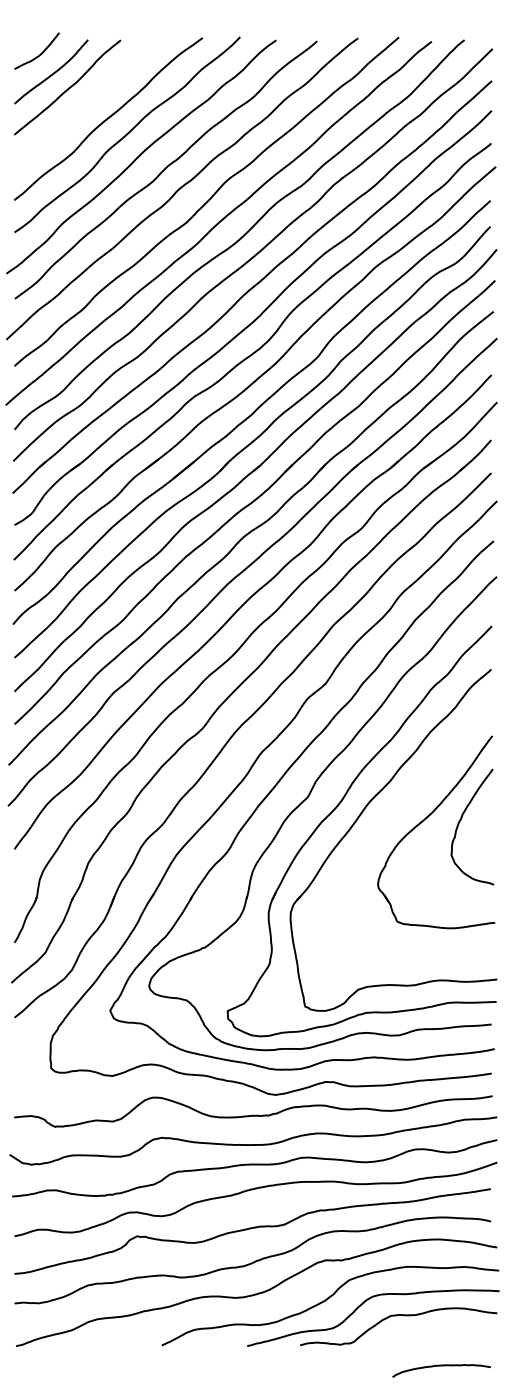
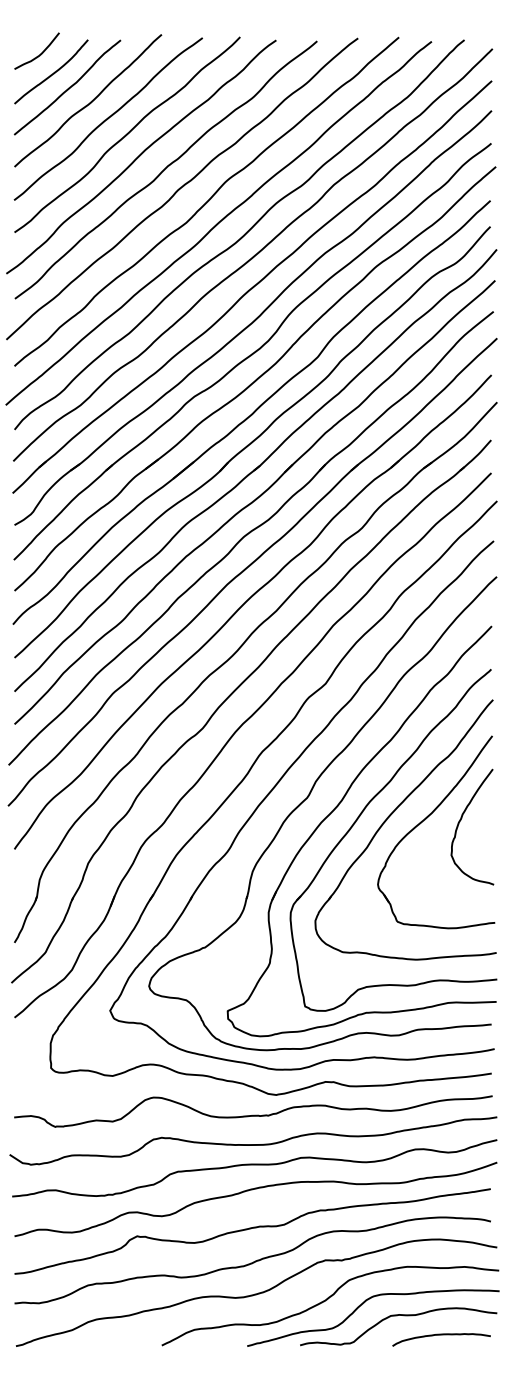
curve at (90, 101): none -> present
part at (391, 815): none -> present
curve at (441, 1366) position: (441, 1366) -> (441, 1335)
